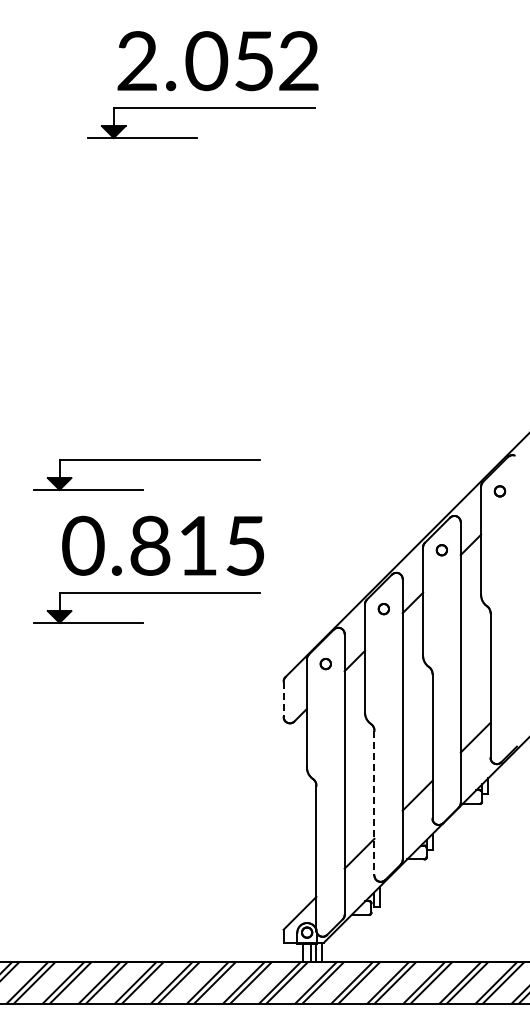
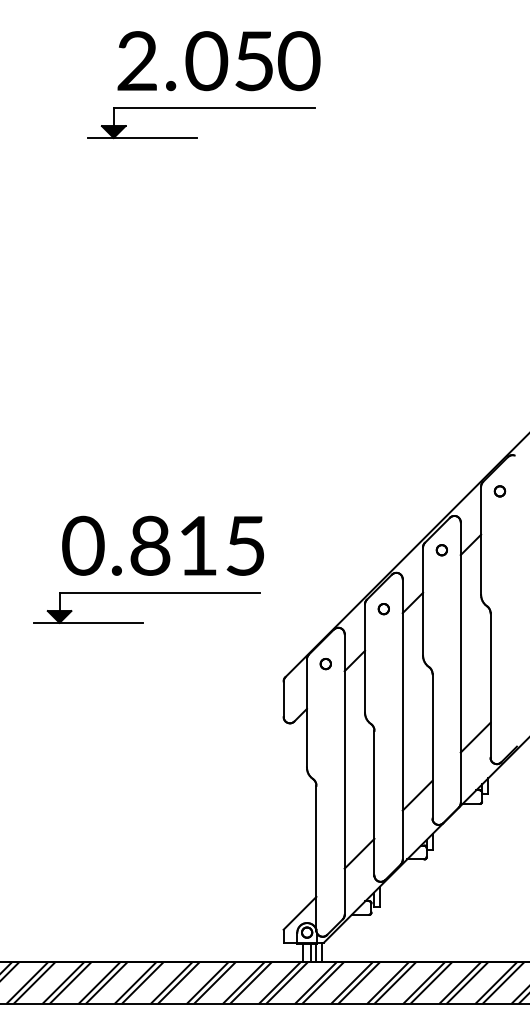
text at (299, 61): 2 -> 0
part at (146, 460): present -> none
line at (283, 699): dashed -> solid
line at (374, 803): dashed -> solid
